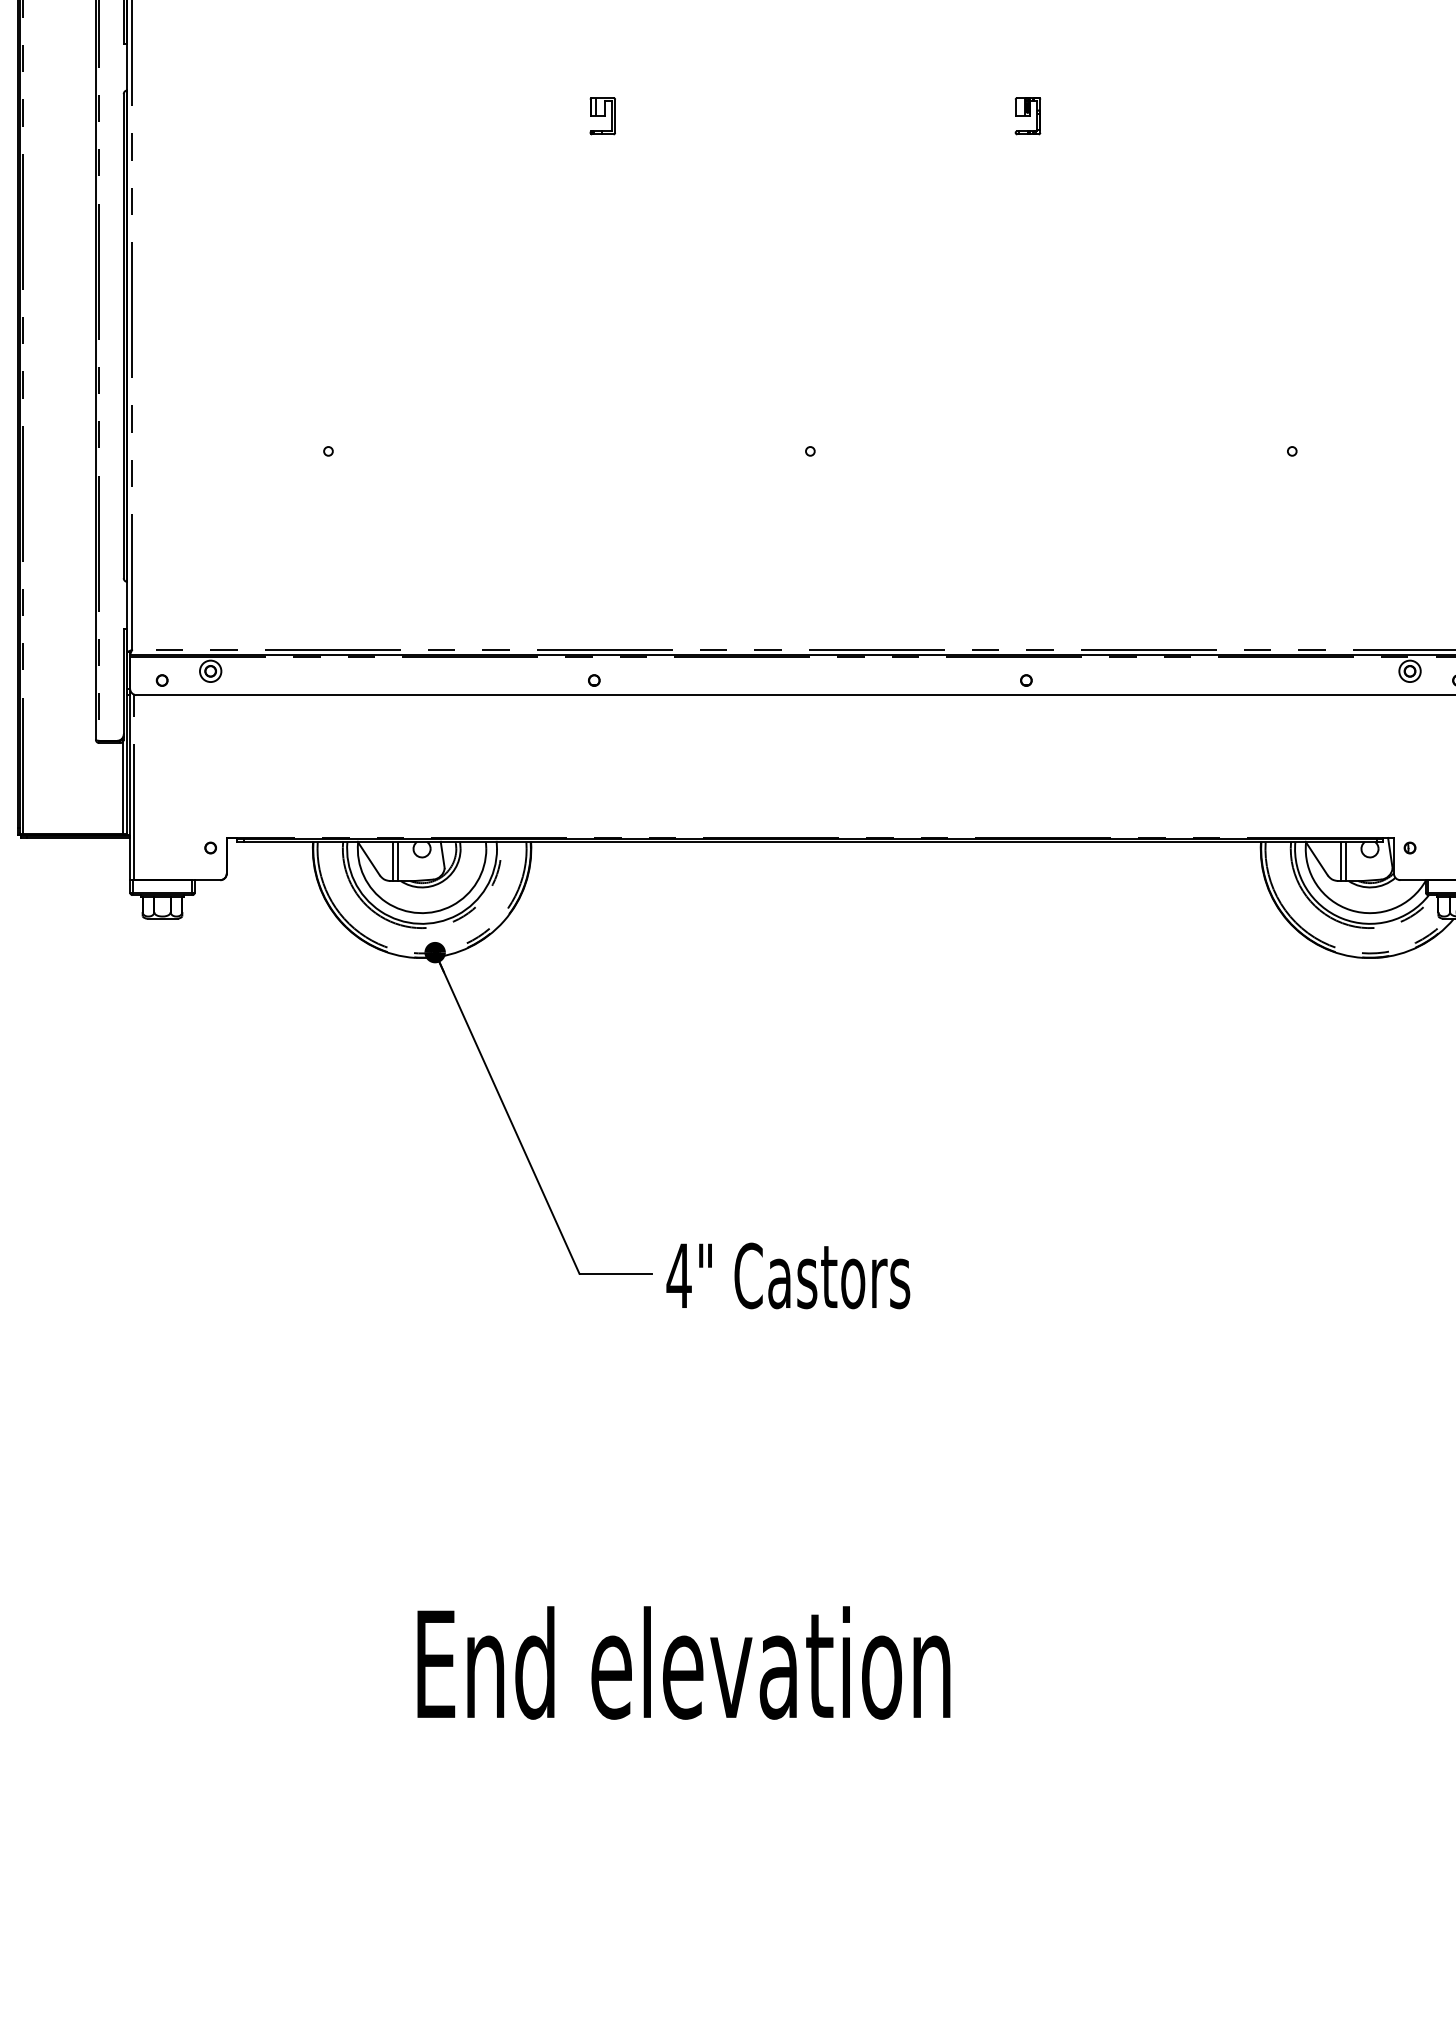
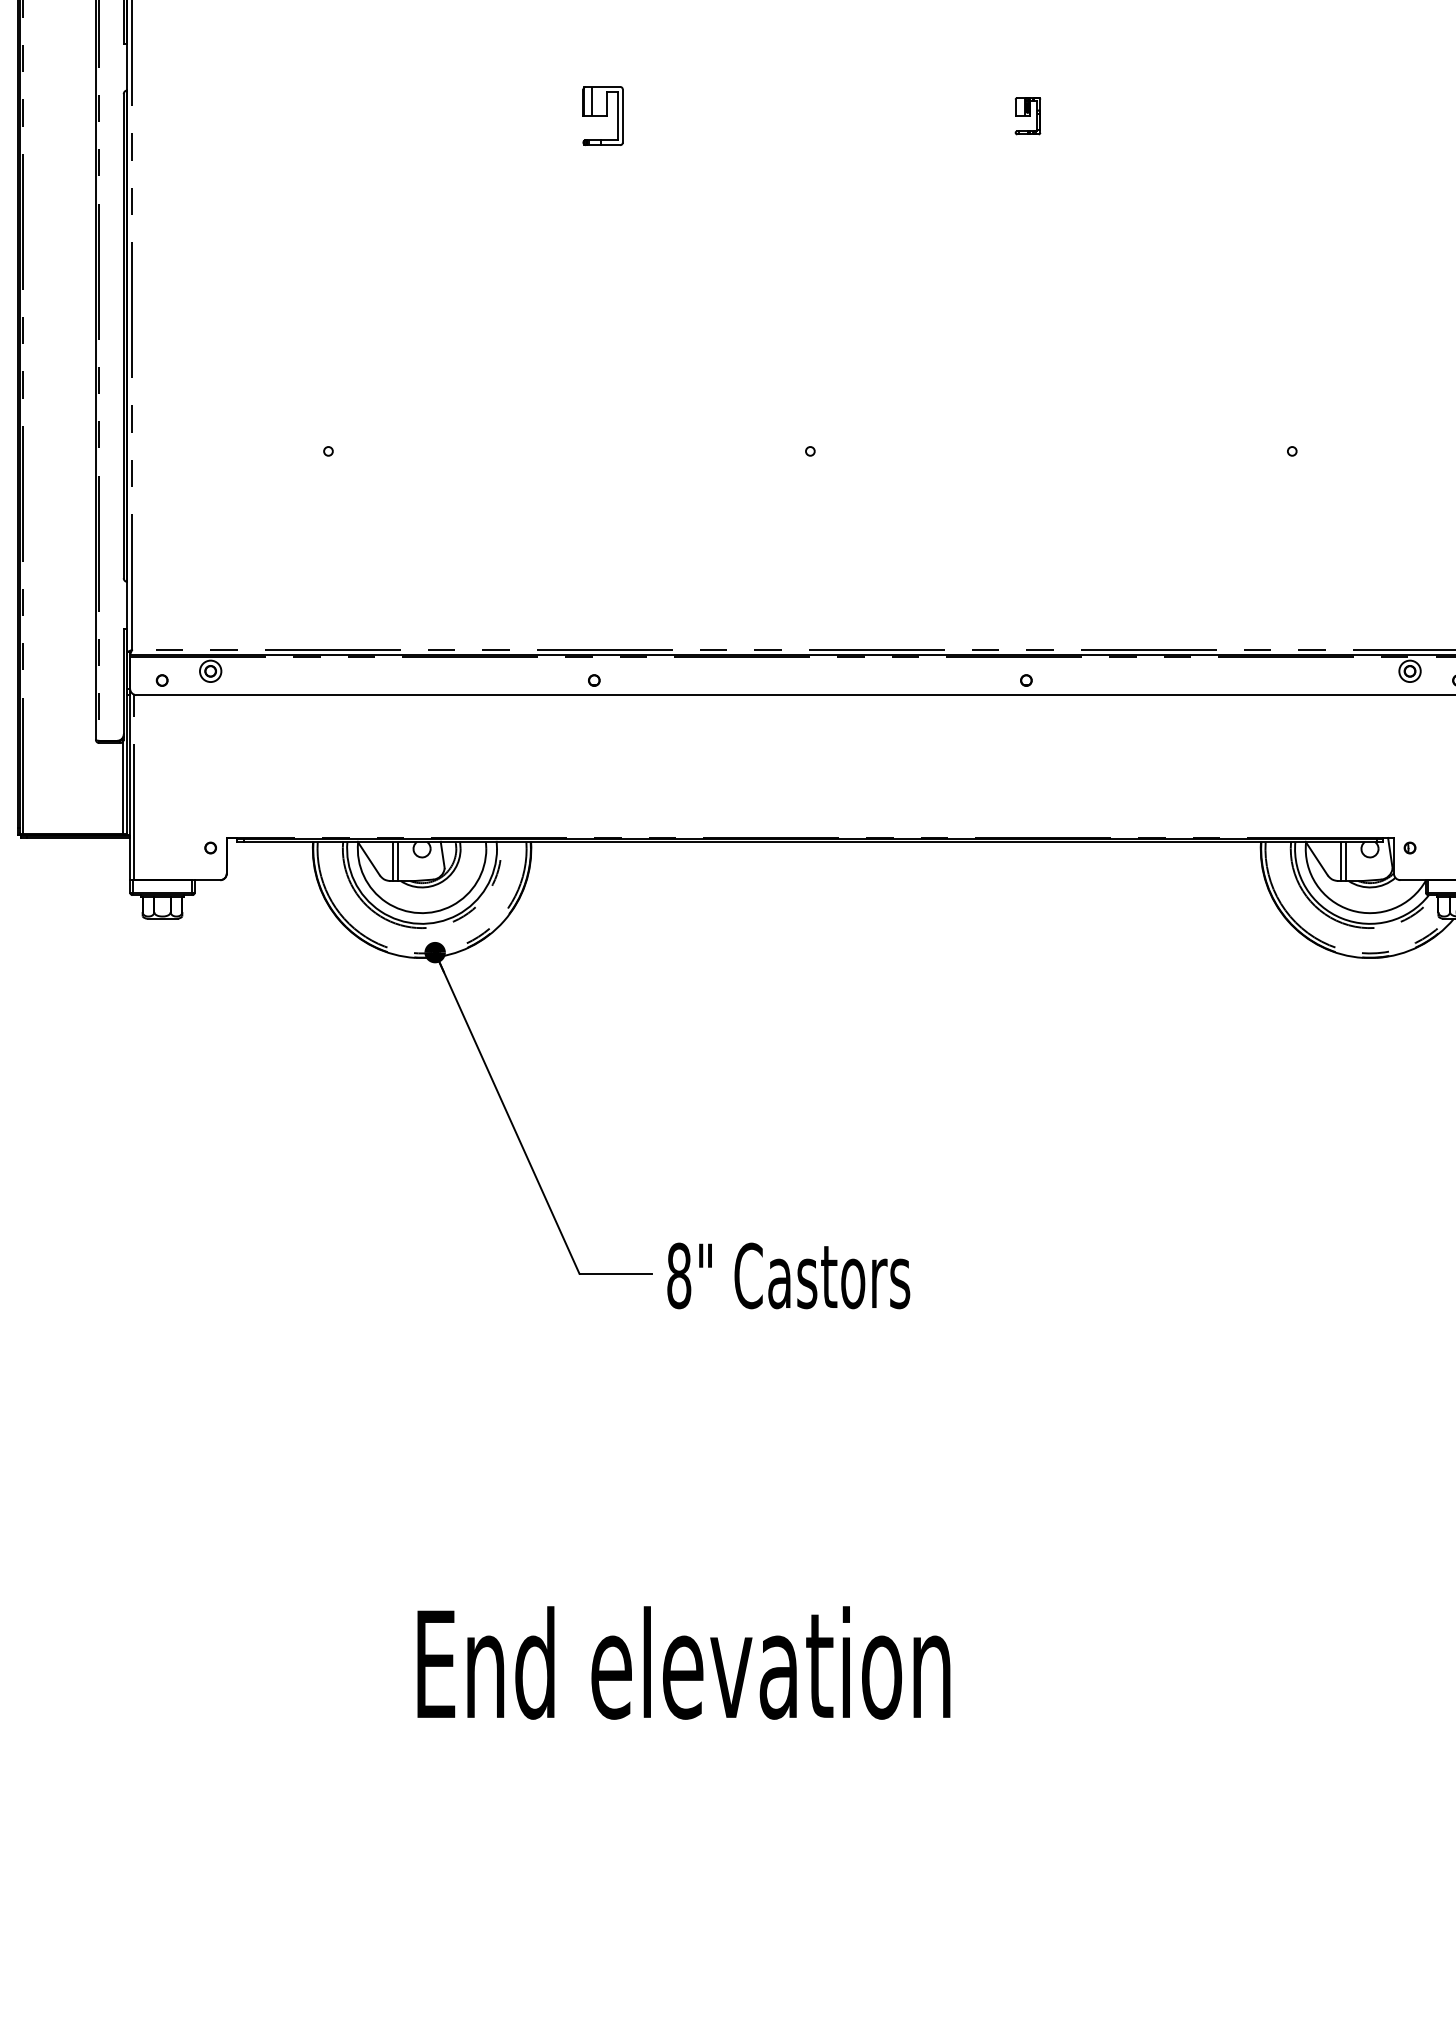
part at (602, 116) size: 27x39 px -> 42x60 px
text at (678, 1275): 4" -> 8"
